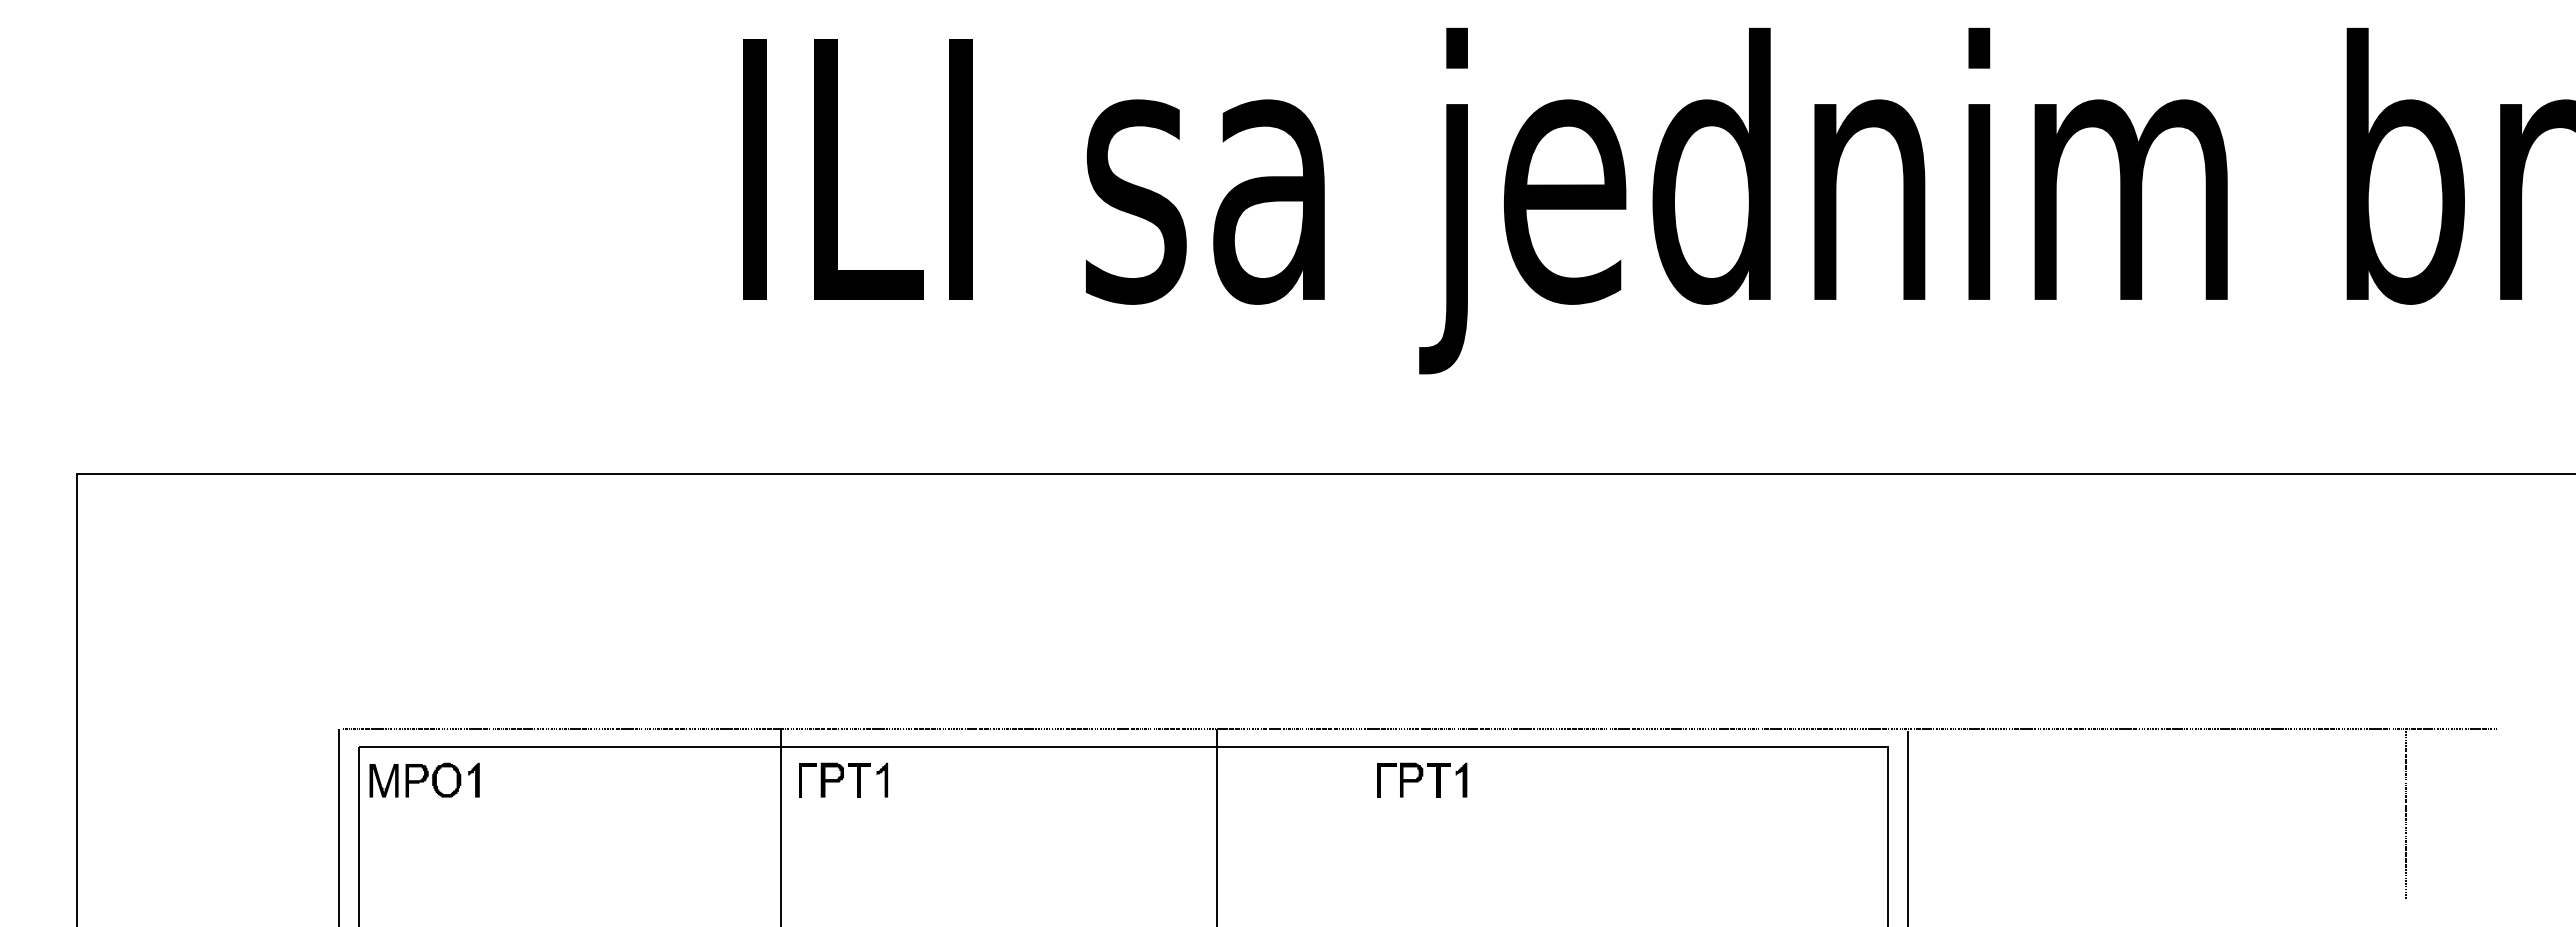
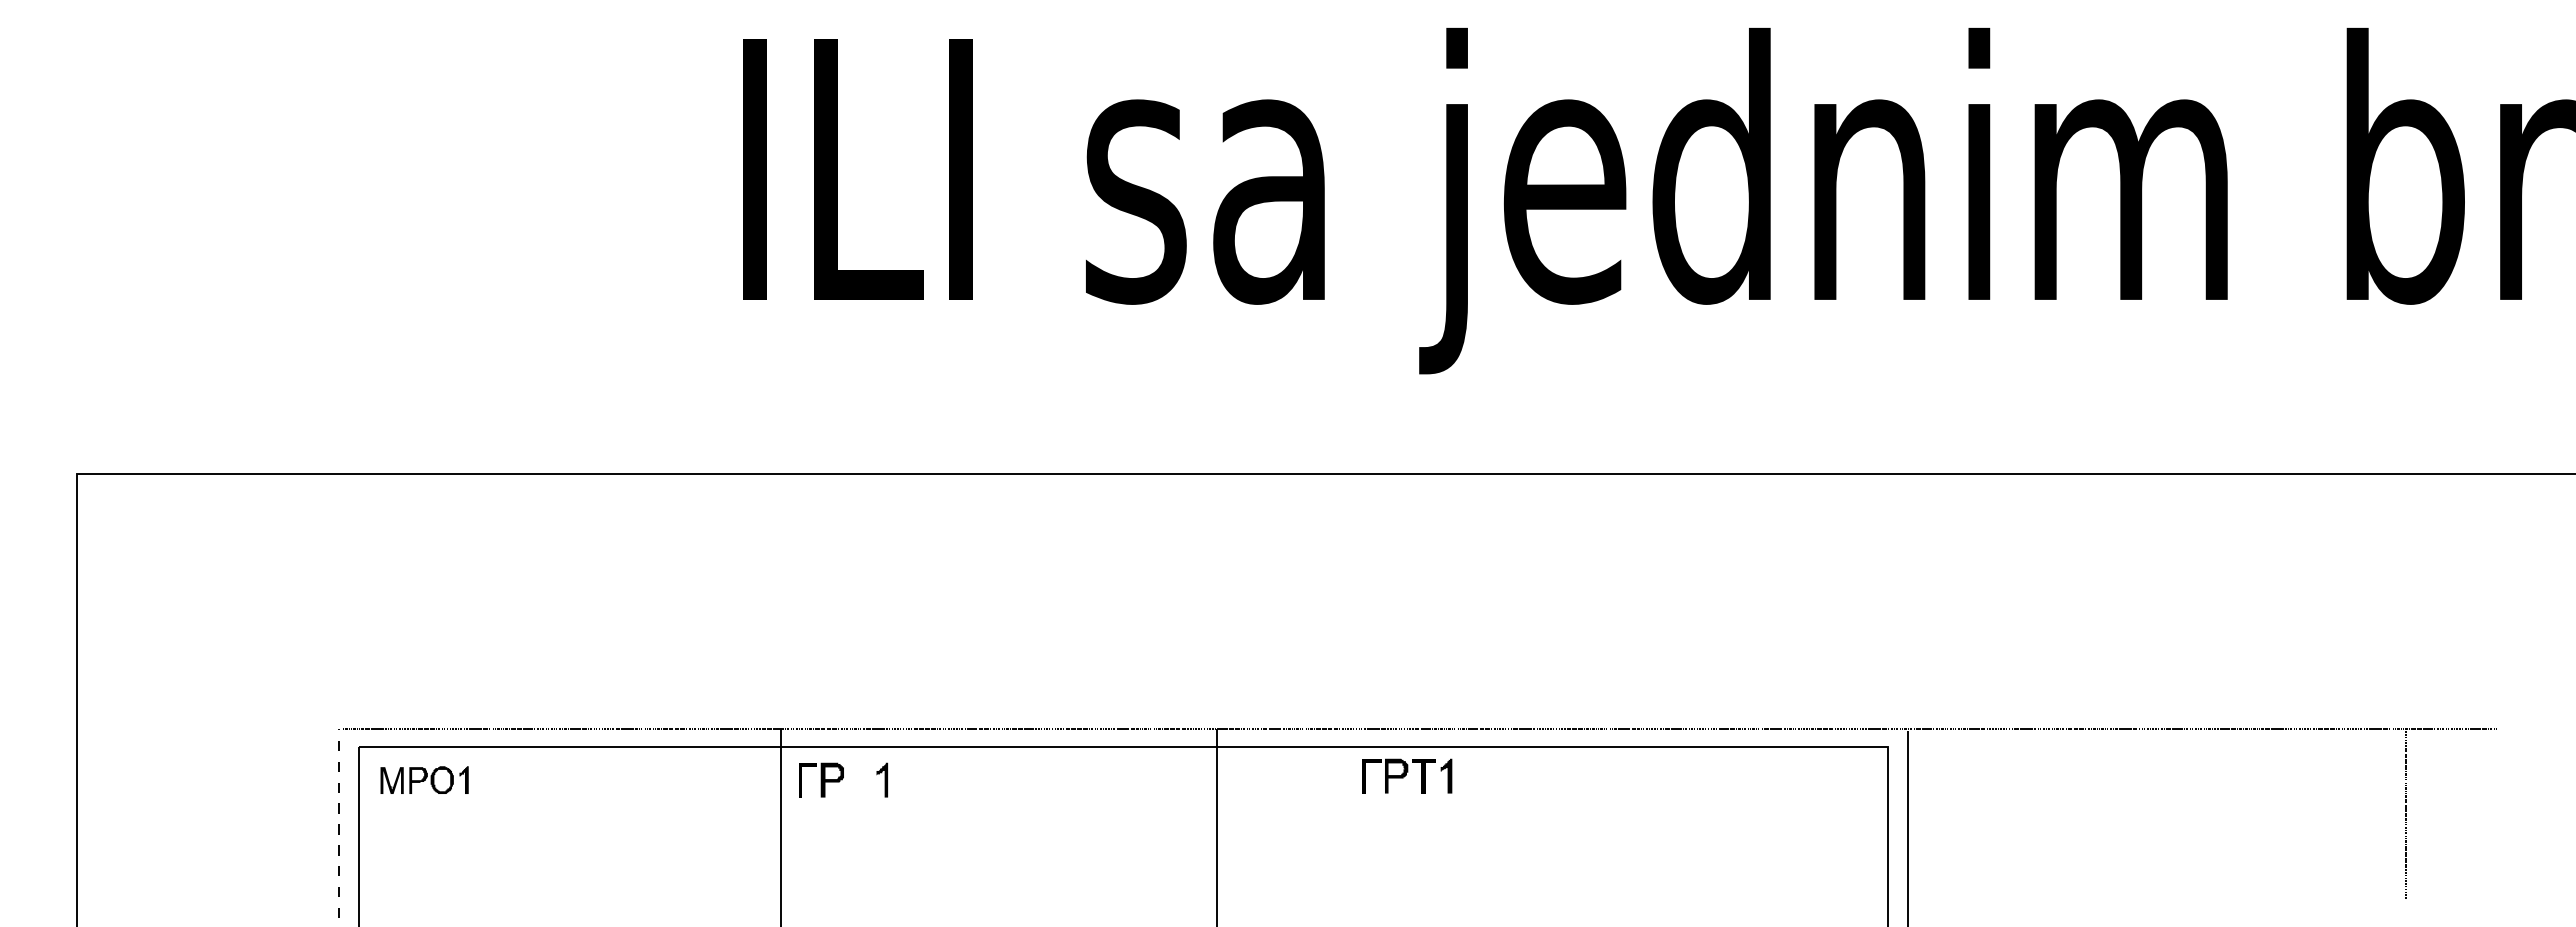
part at (424, 779) size: 111x36 px -> 89x28 px
fill at (858, 779): present -> none
part at (1422, 779) position: (1422, 779) -> (1407, 775)
line at (339, 827): solid -> dashed
